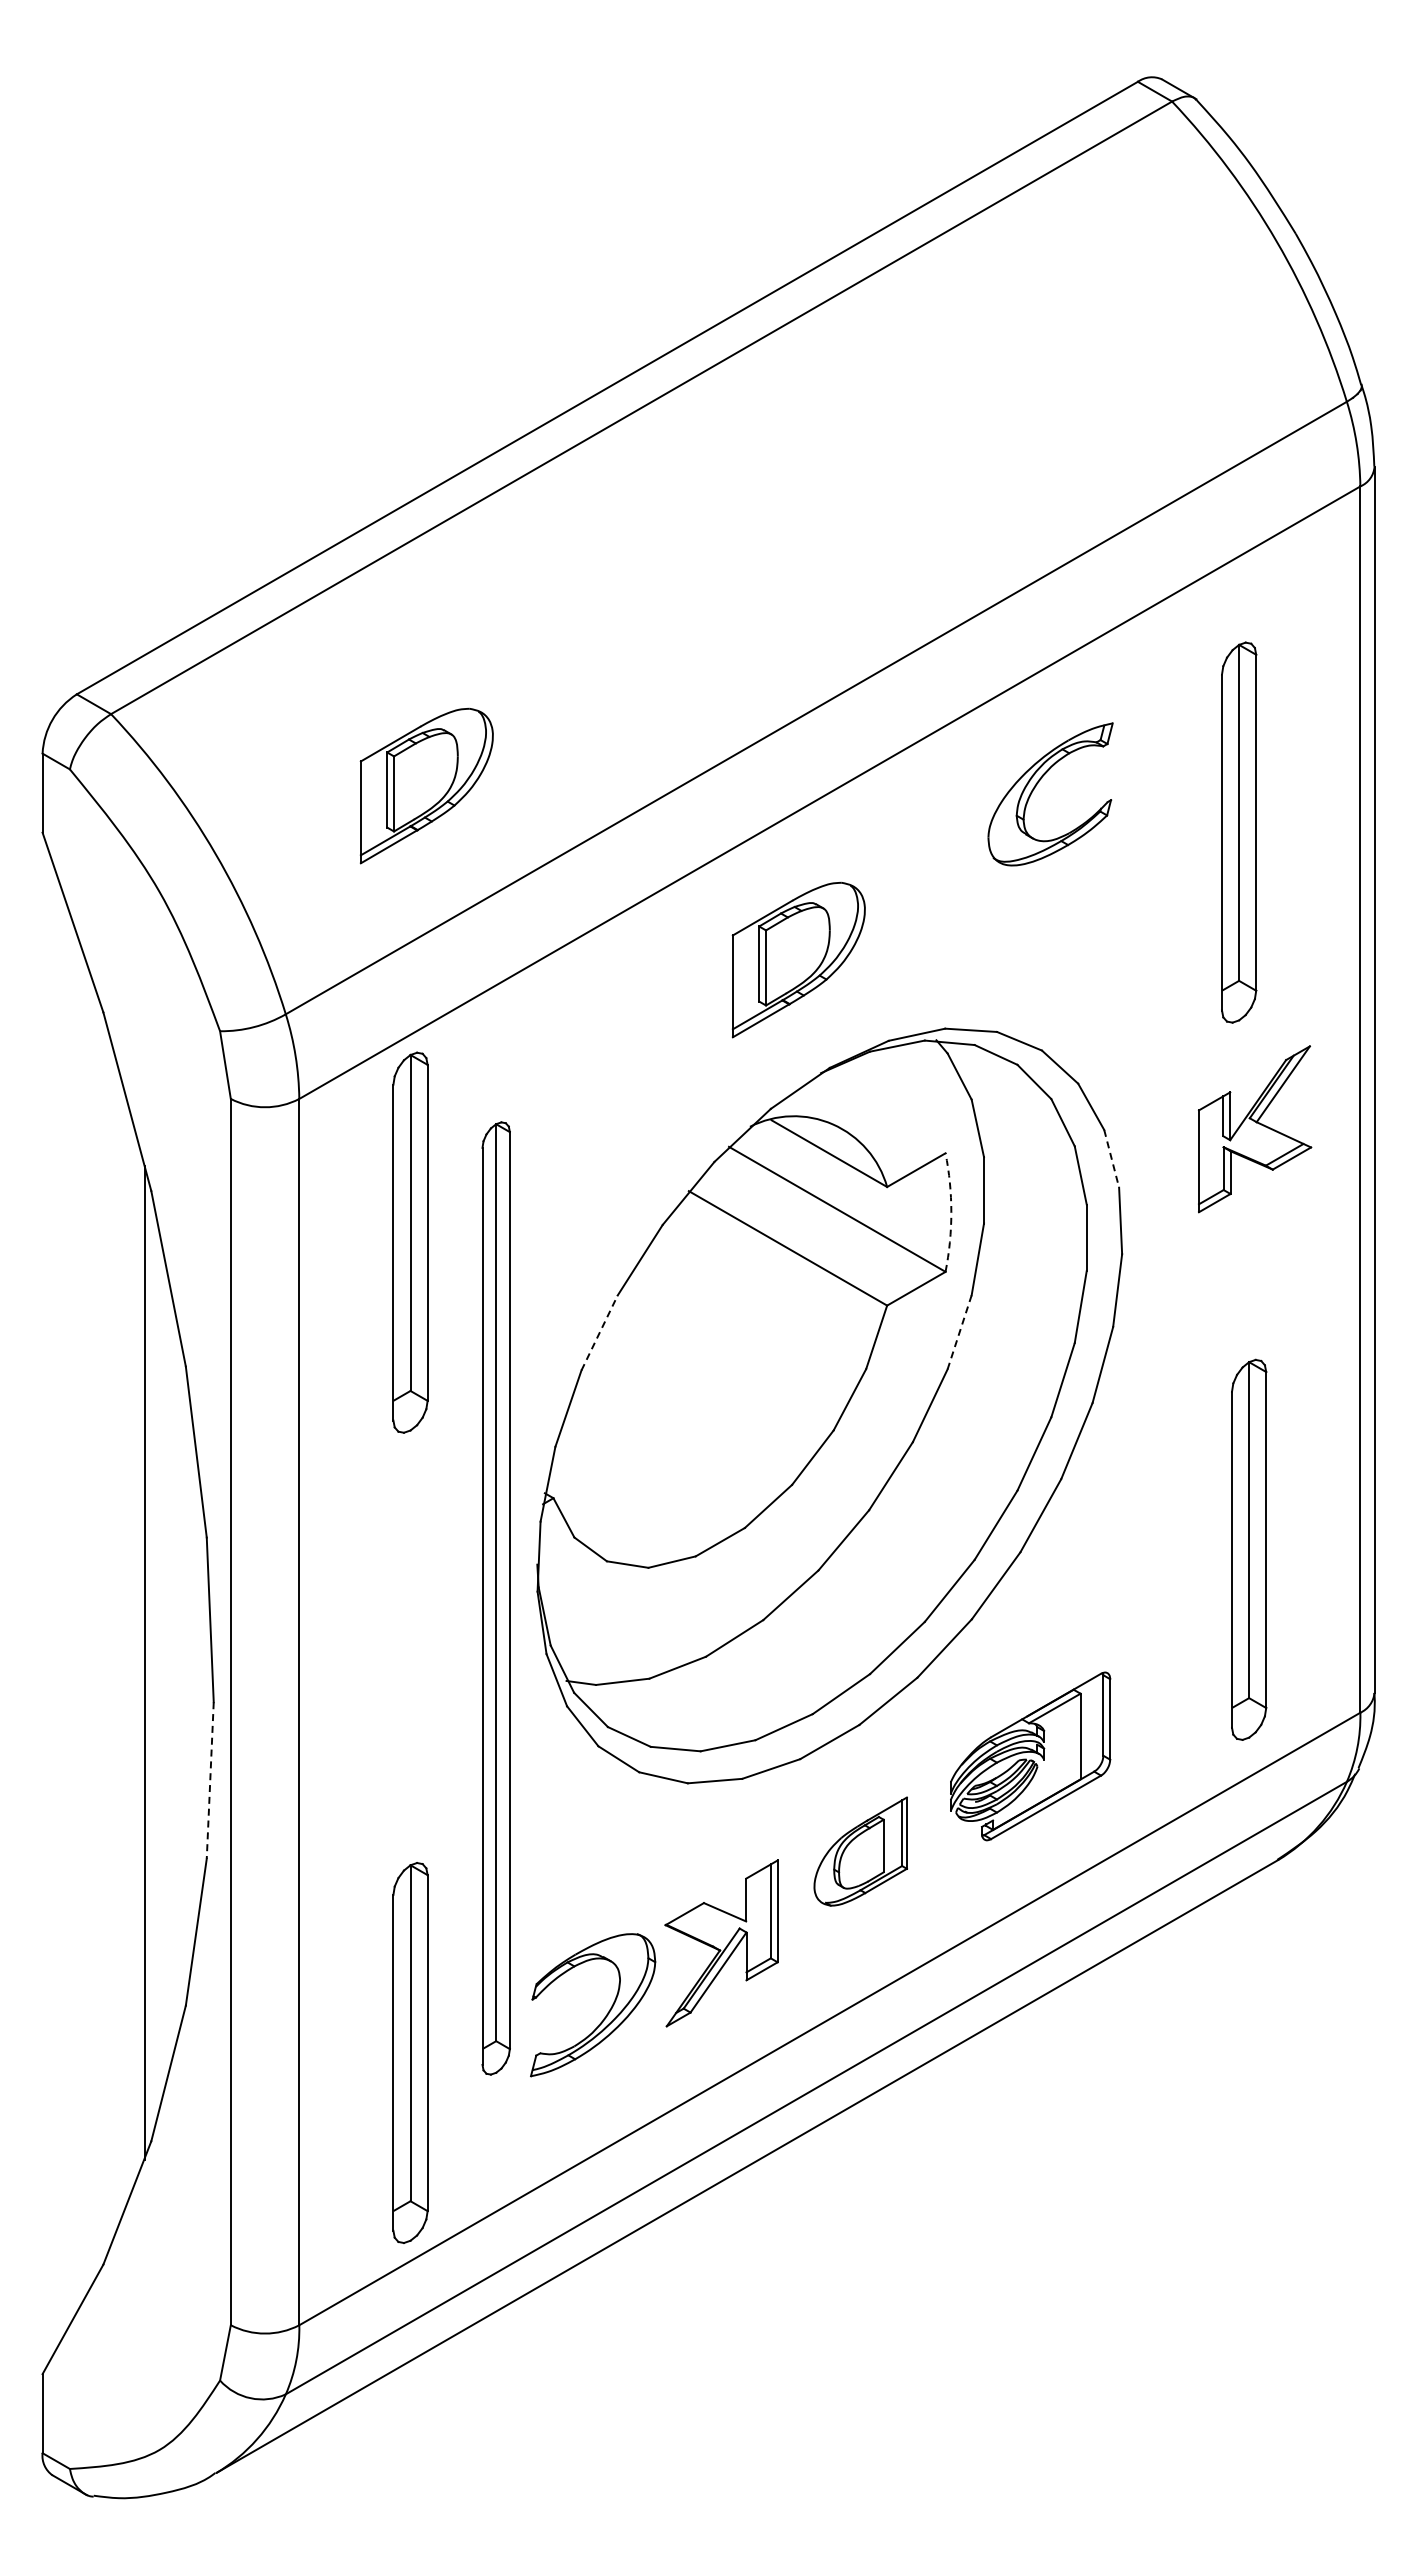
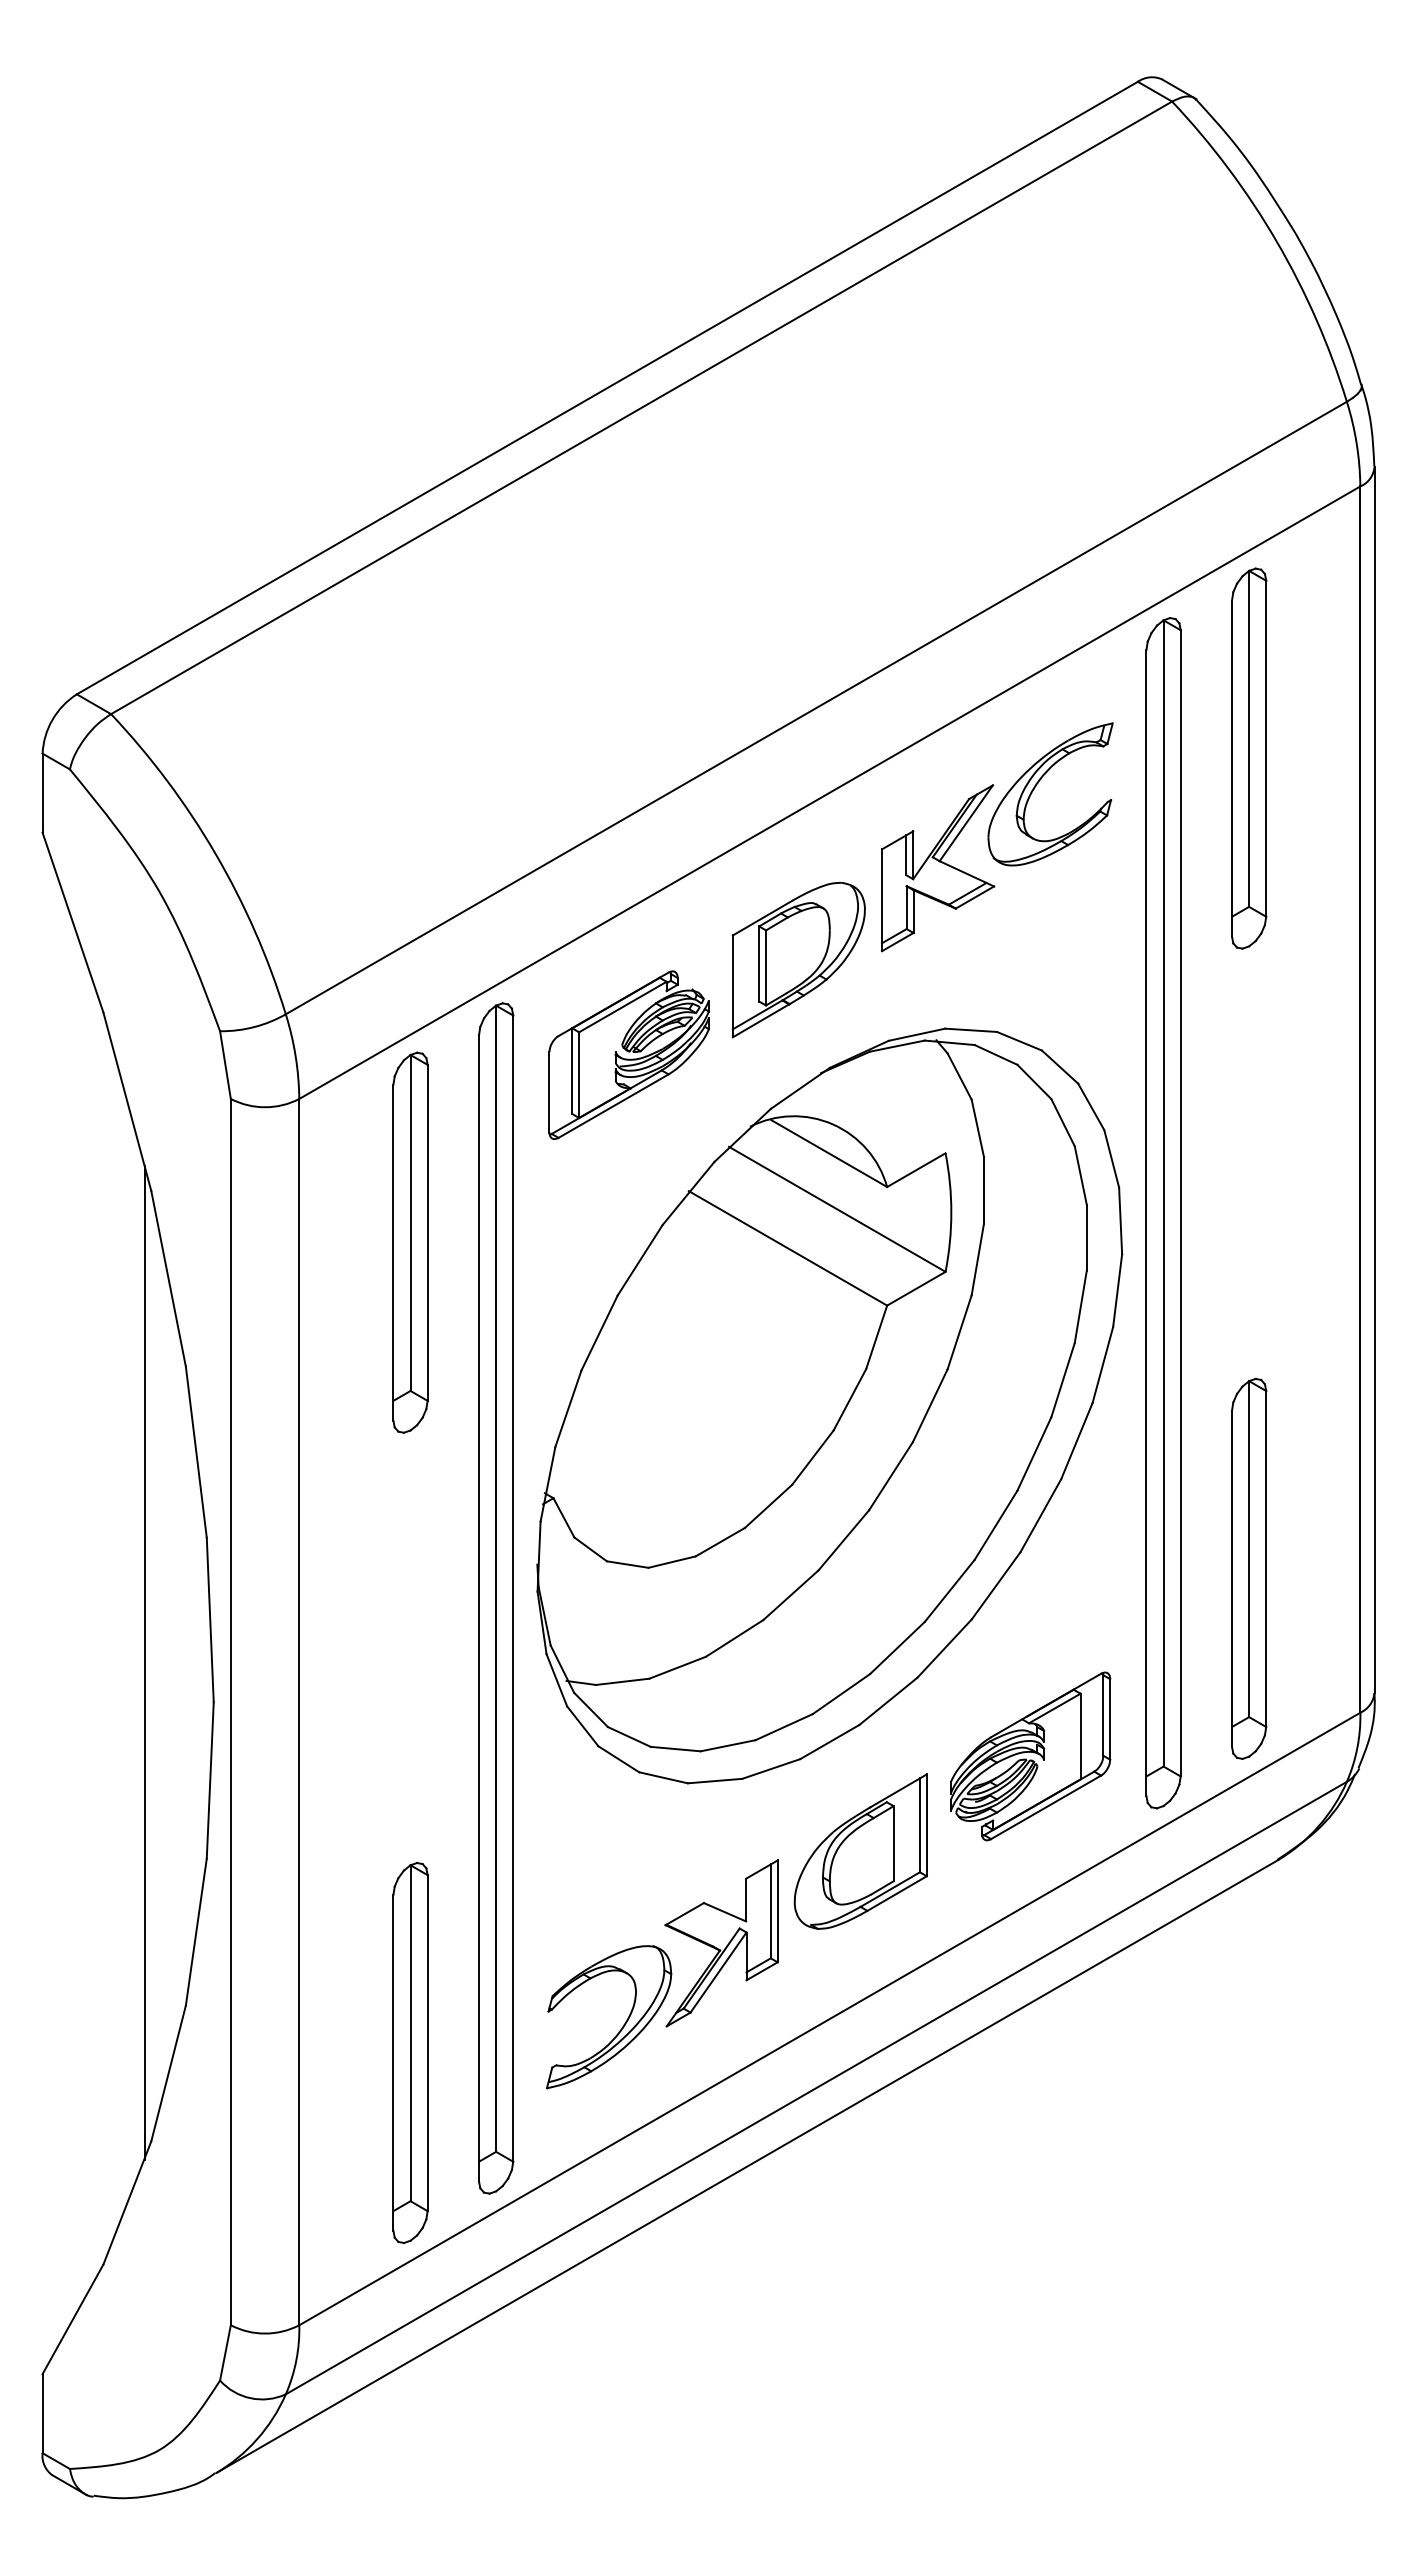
part at (426, 785): present -> none
part at (1239, 832) position: (1239, 832) -> (1249, 758)
part at (628, 1054): none -> present
part at (1255, 1129) position: (1255, 1129) -> (938, 868)
line at (1111, 1158): dashed -> solid
arc at (951, 1212): dashed -> solid
part at (1163, 1213): none -> present
line at (599, 1332): dashed -> solid
line at (959, 1332): dashed -> solid
part at (1249, 1549) position: (1249, 1549) -> (1249, 1568)
part at (495, 1598) size: 30x955 px -> 37x1193 px
line at (210, 1780): dashed -> solid
part at (860, 1851) size: 95x111 px -> 135x157 px
part at (605, 2015) position: (605, 2015) -> (621, 2027)
